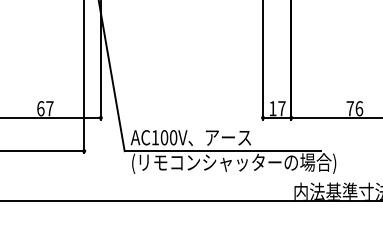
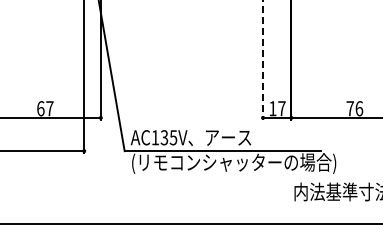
line at (263, 60): solid -> dashed
text at (168, 137): AC100V -> AC135V
line at (190, 201) position: (190, 201) -> (190, 224)
